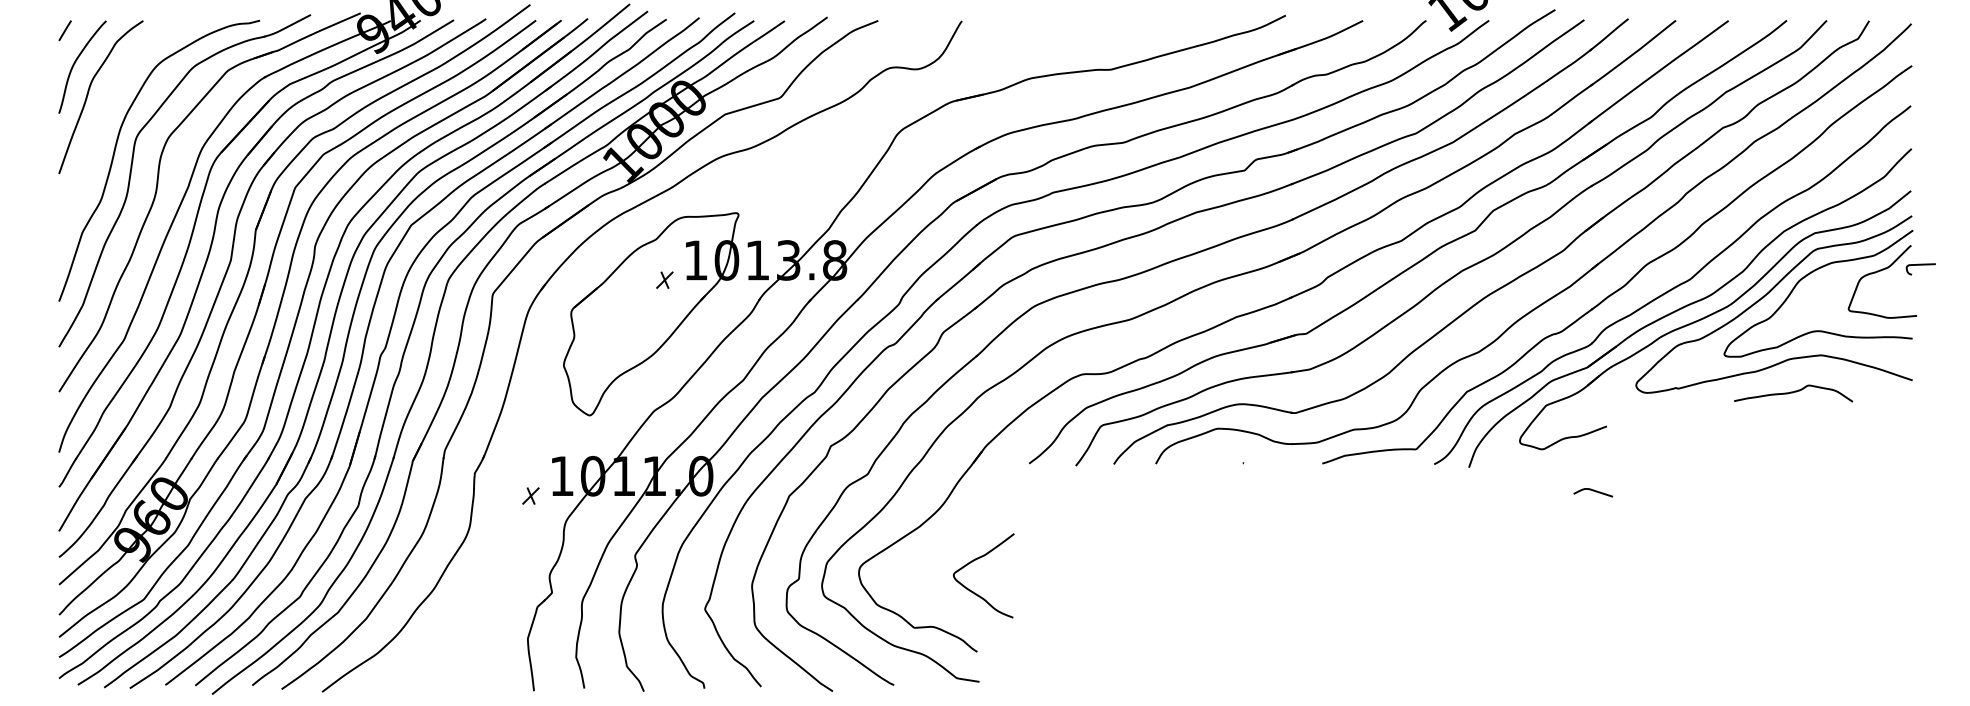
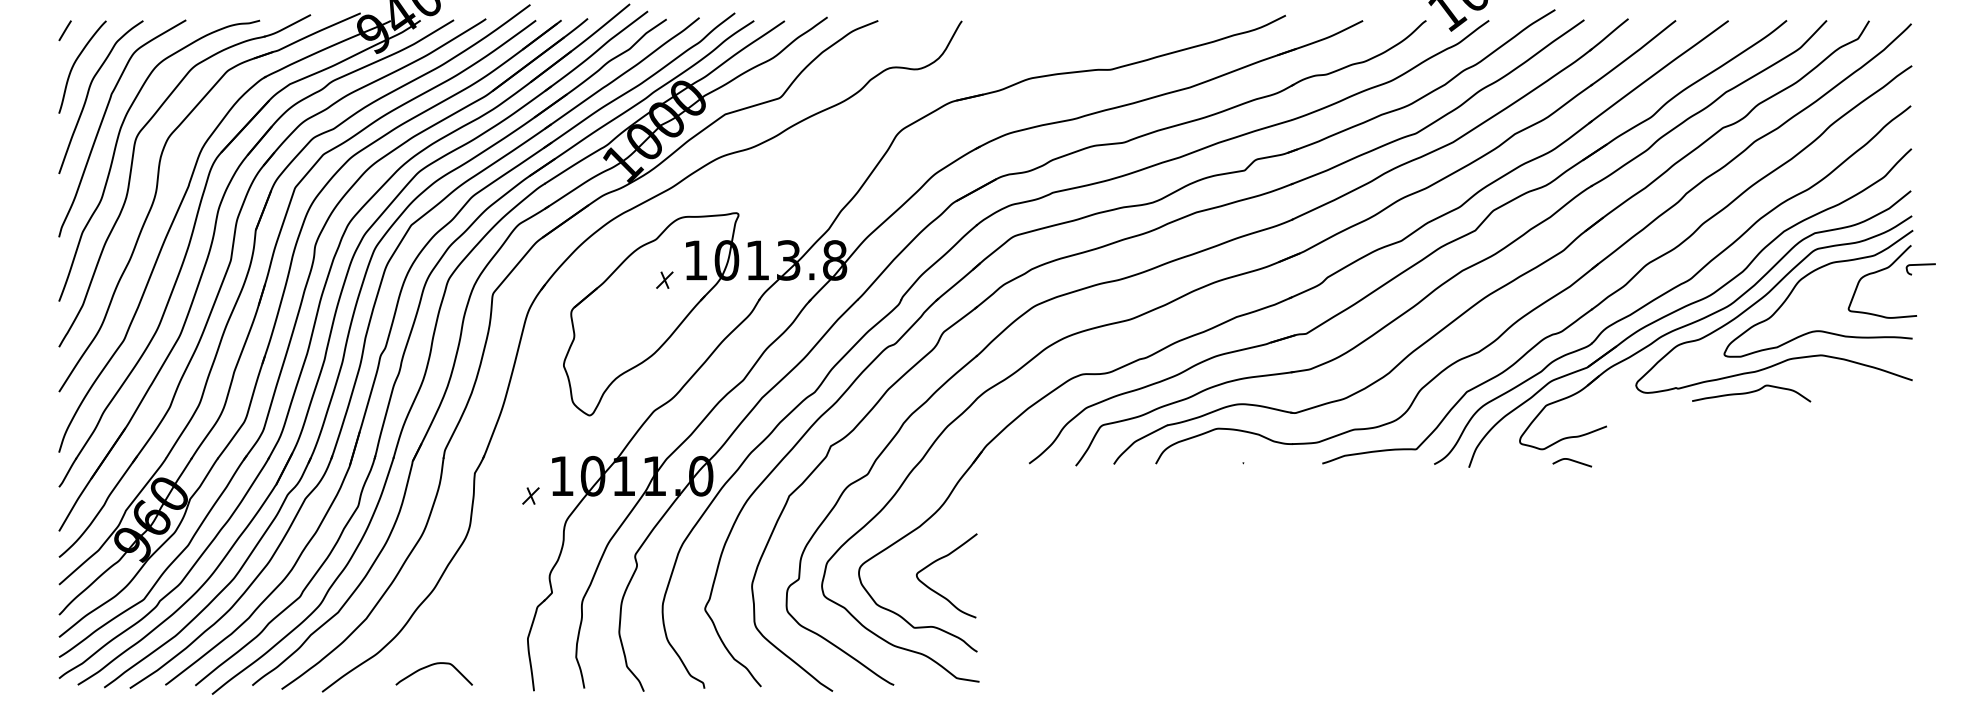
curve at (103, 120): none -> present
curve at (1793, 392) position: (1793, 392) -> (1751, 392)
curve at (1593, 491) position: (1593, 491) -> (1572, 461)
curve at (976, 560) position: (976, 560) -> (939, 560)
curve at (430, 666): none -> present
